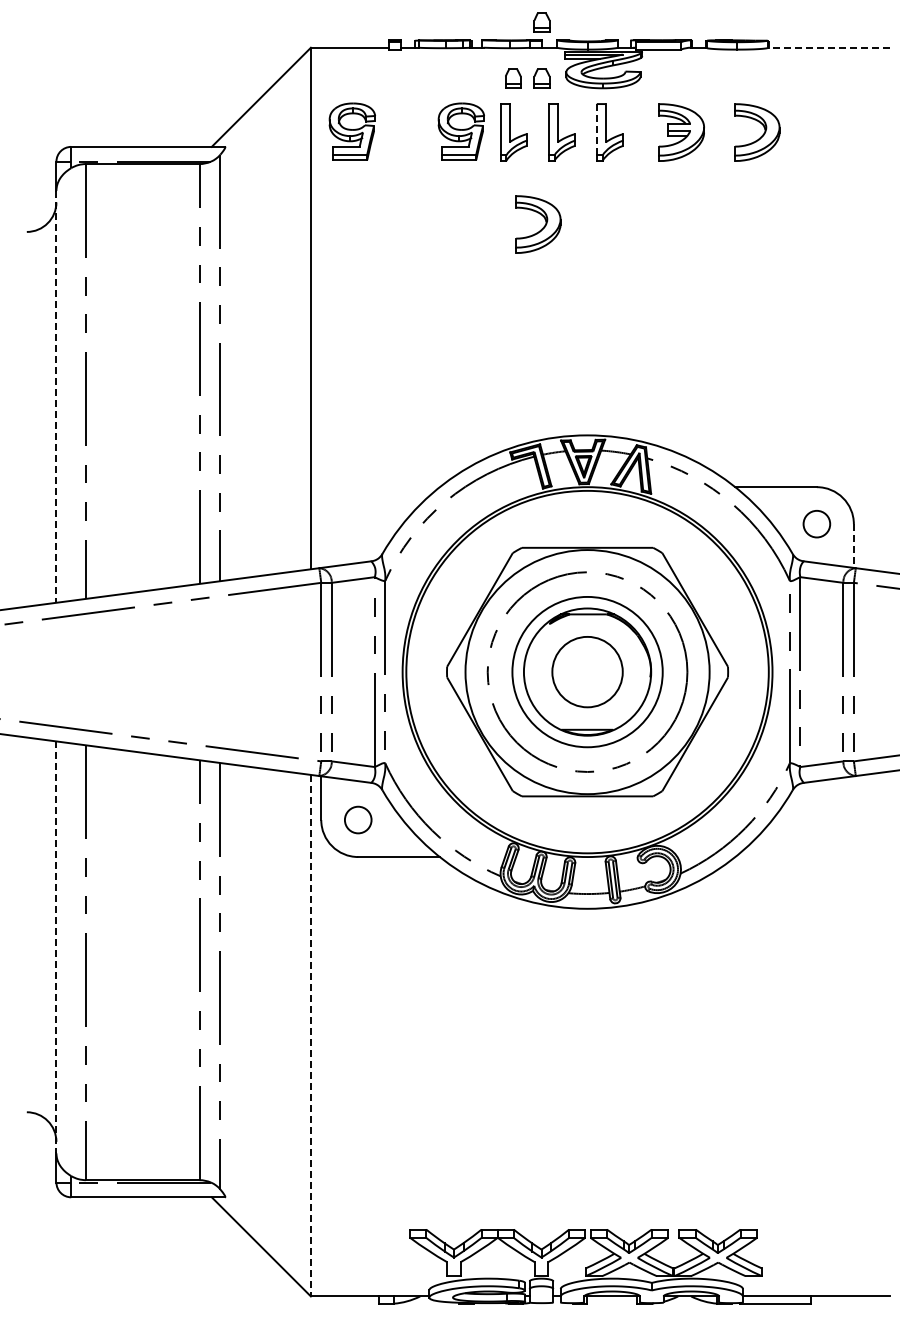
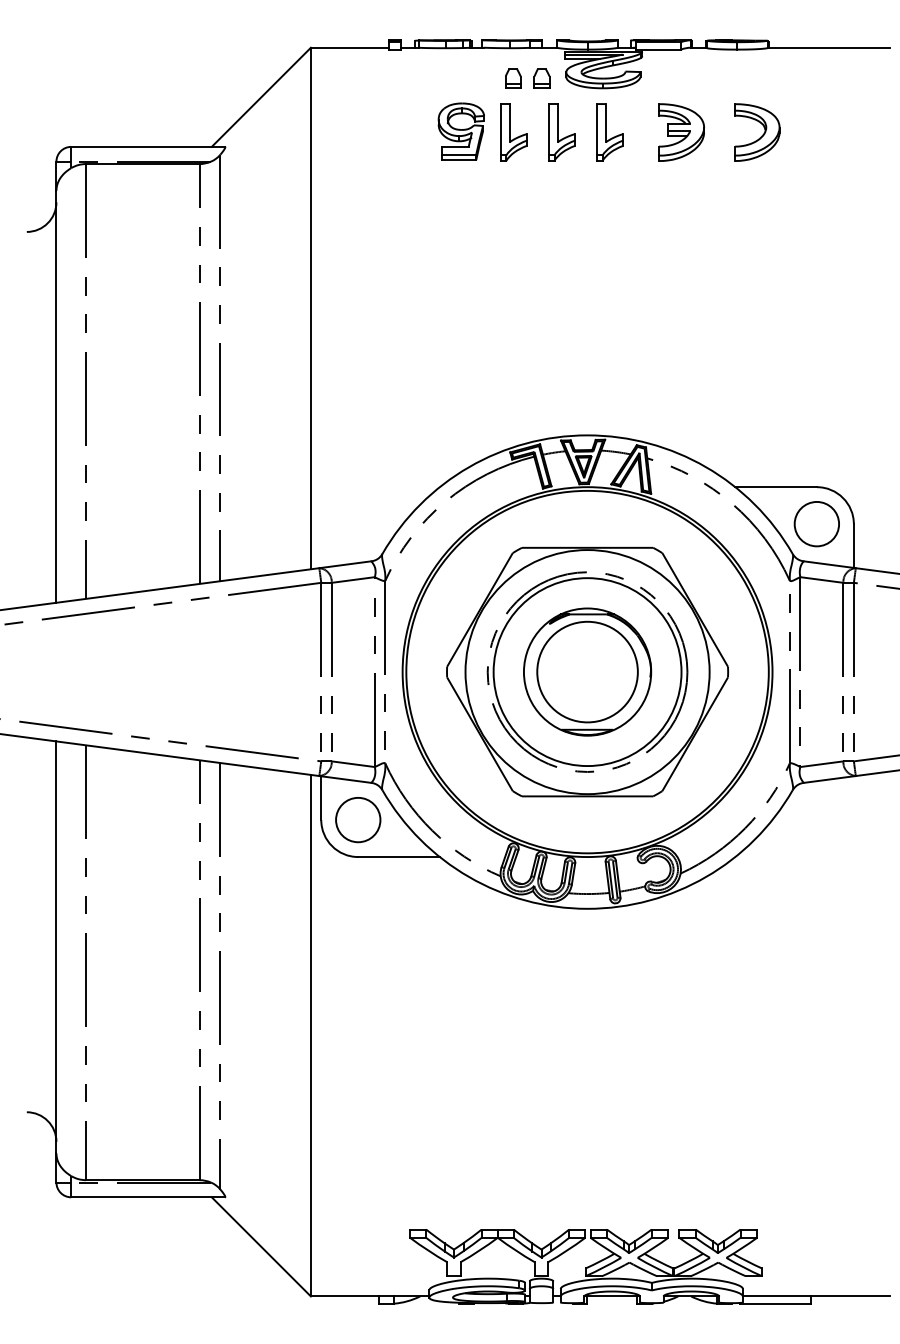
part at (541, 22): present -> none
line at (828, 47): dashed -> solid
line at (596, 129): dashed -> solid
part at (351, 131): present -> none
part at (538, 224): present -> none
line at (56, 396): dashed -> solid
circle at (816, 523) diameter: 27 px -> 44 px
line at (853, 546): dashed -> solid
circle at (587, 671) diameter: 150 px -> 188 px
circle at (587, 671) diameter: 70 px -> 101 px
circle at (357, 819) diameter: 27 px -> 44 px
line at (56, 947): dashed -> solid
line at (310, 1035): dashed -> solid
